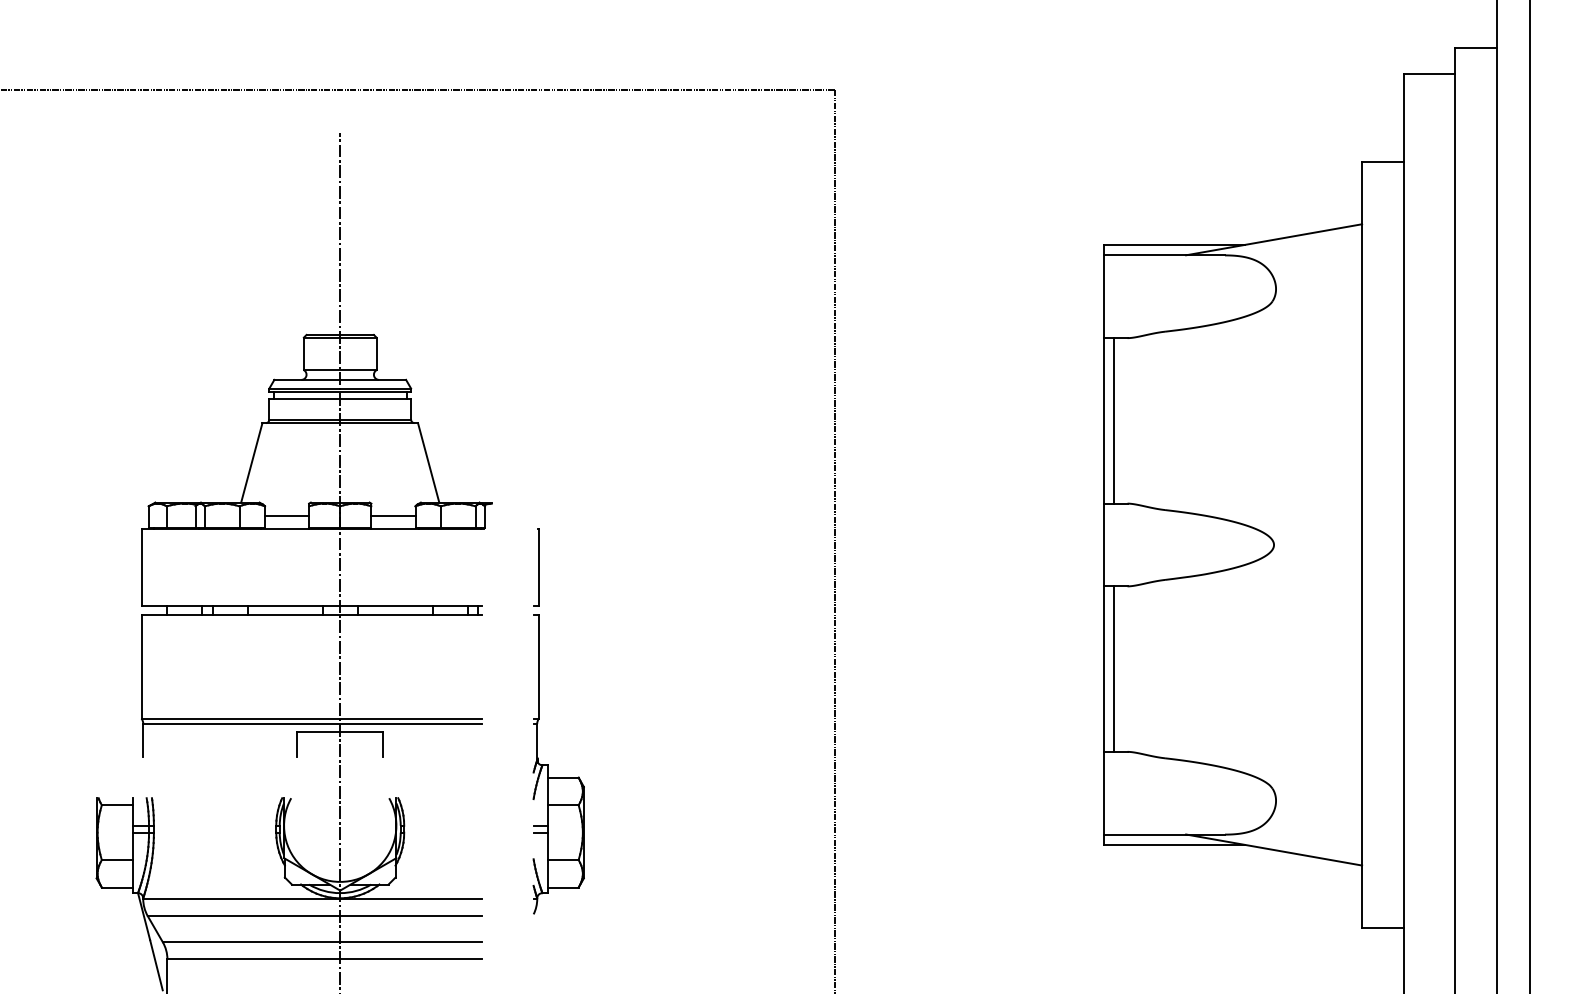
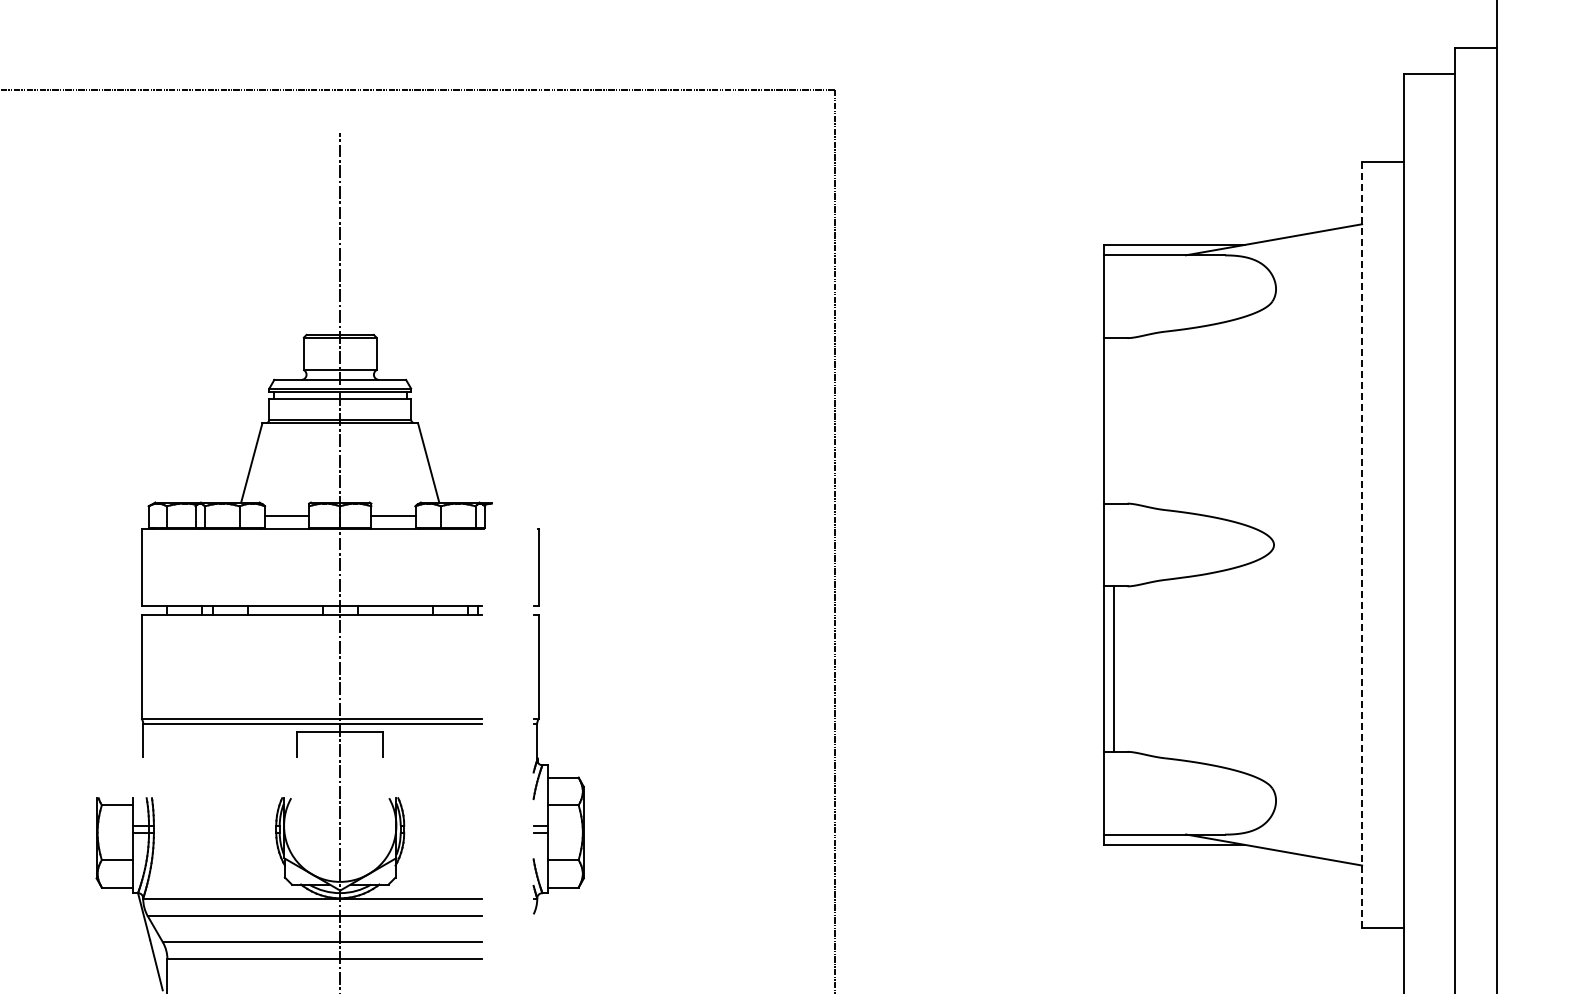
line at (1113, 420): present -> none
line at (1529, 496): present -> none
line at (1362, 544): solid -> dashed
